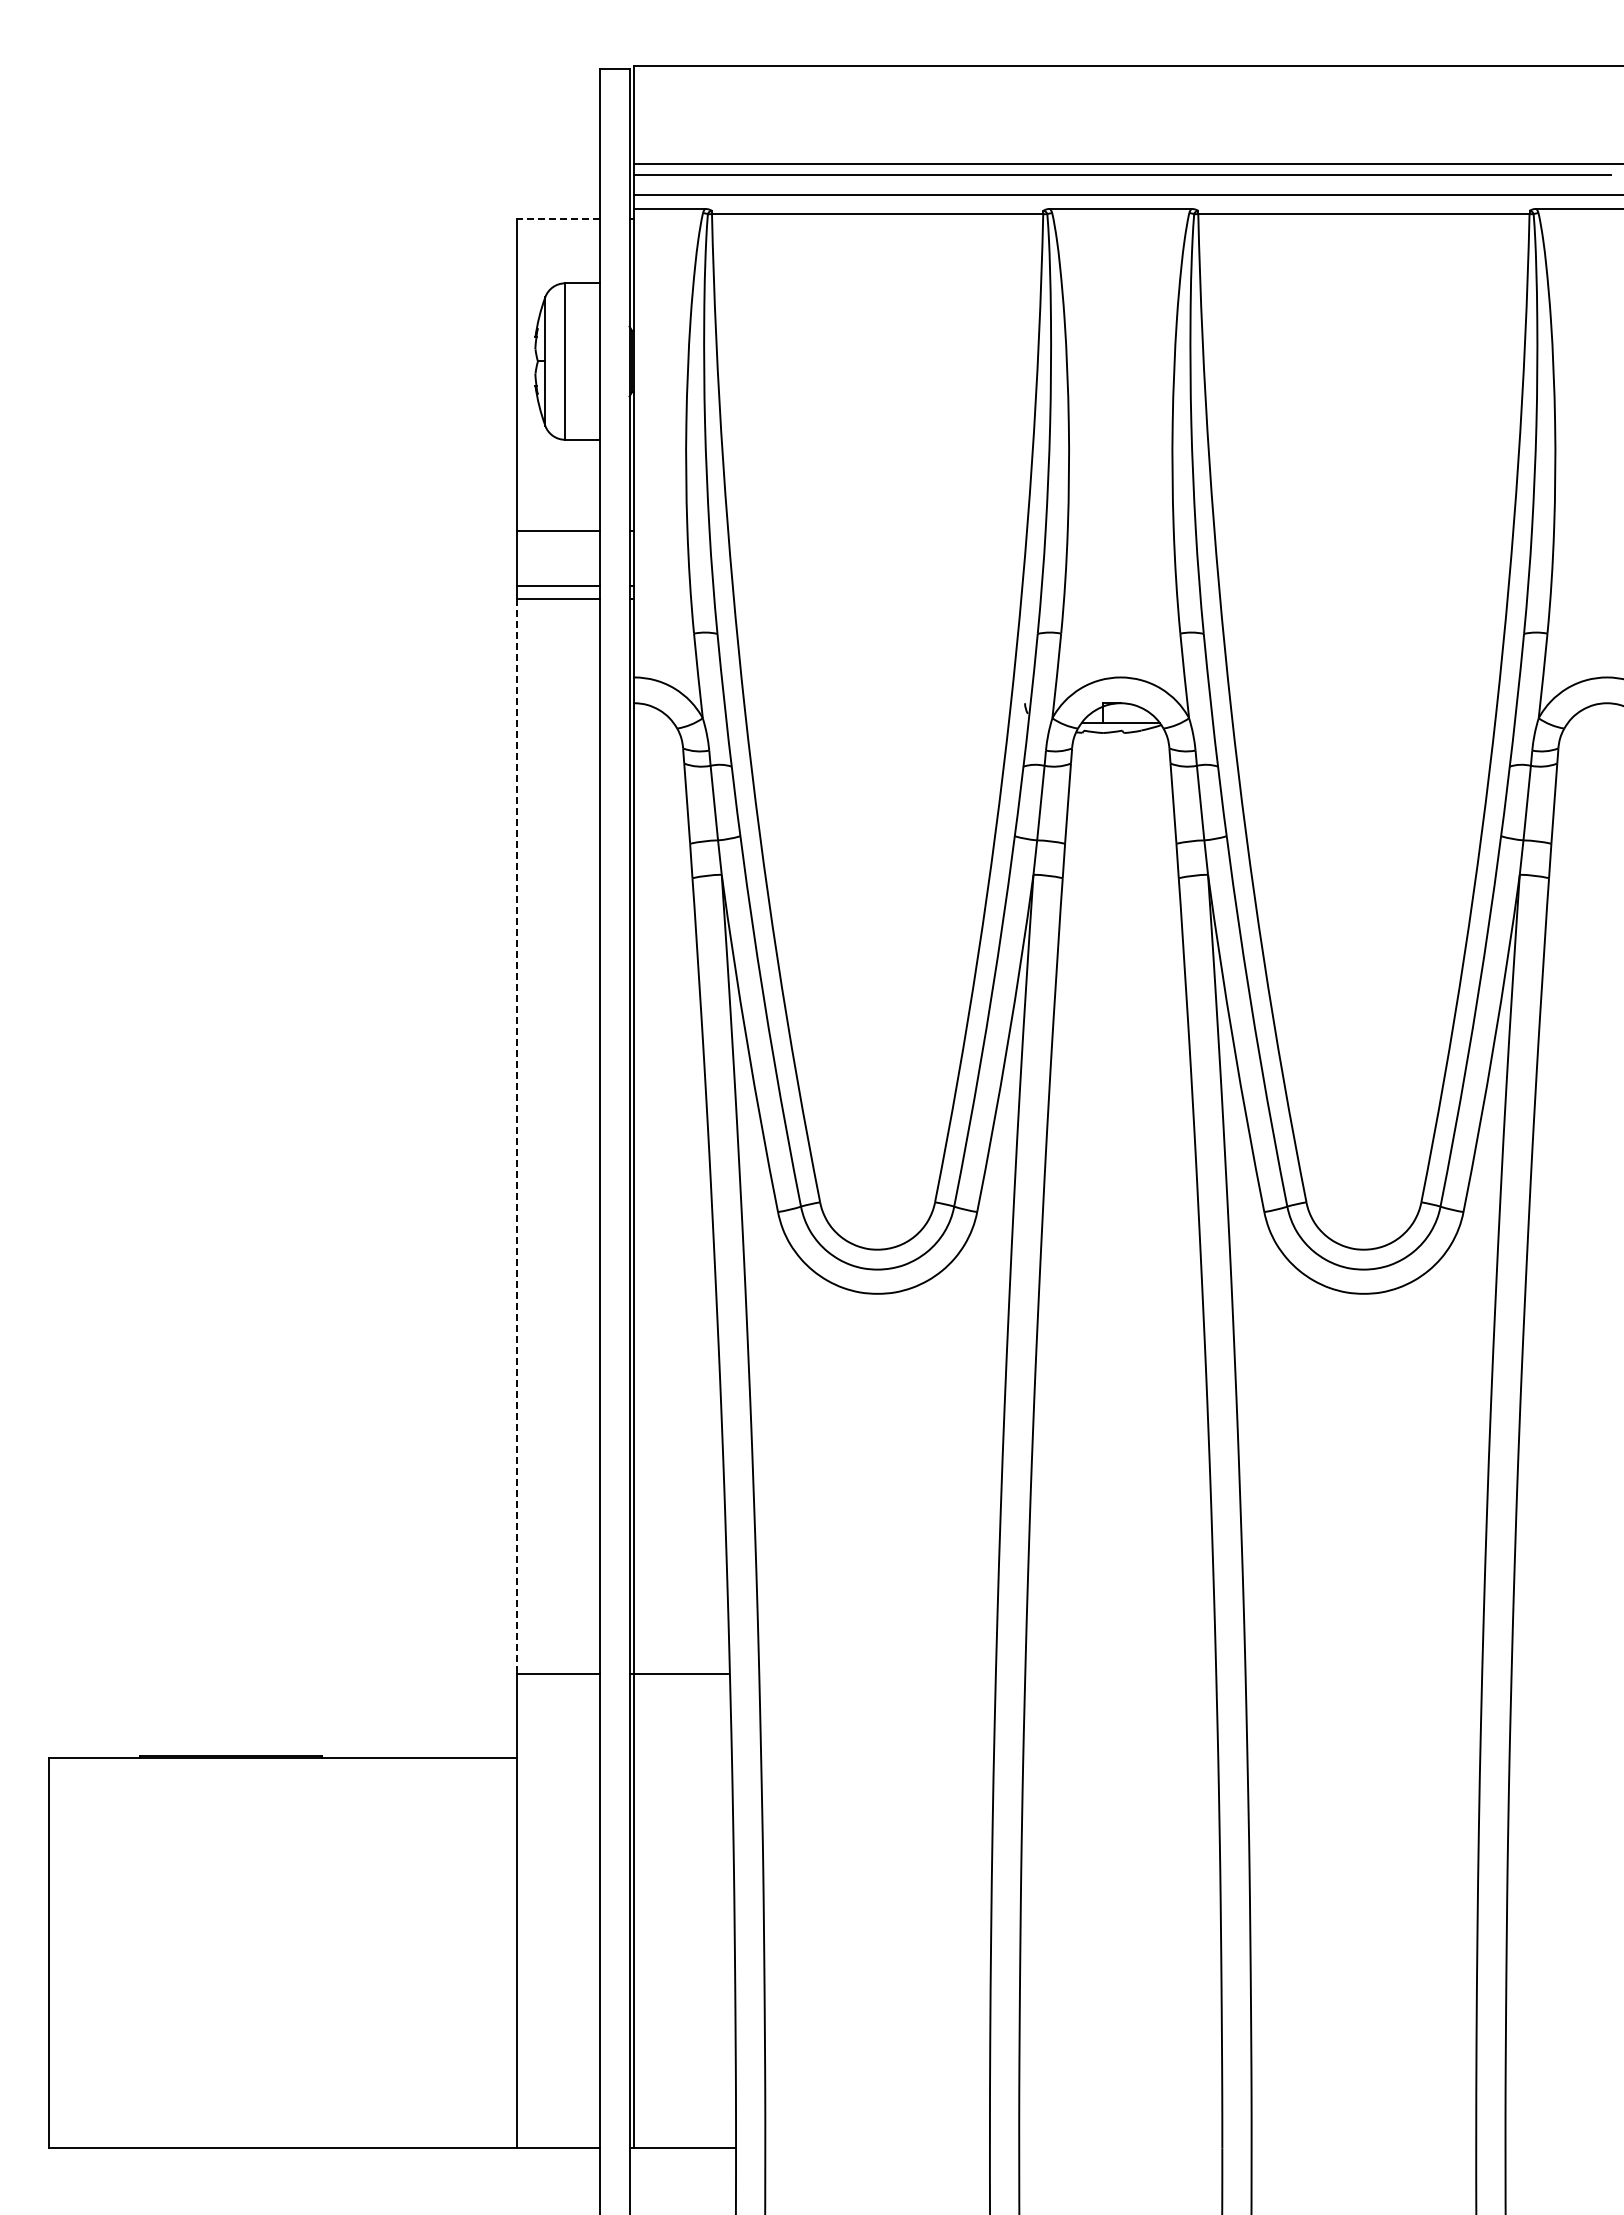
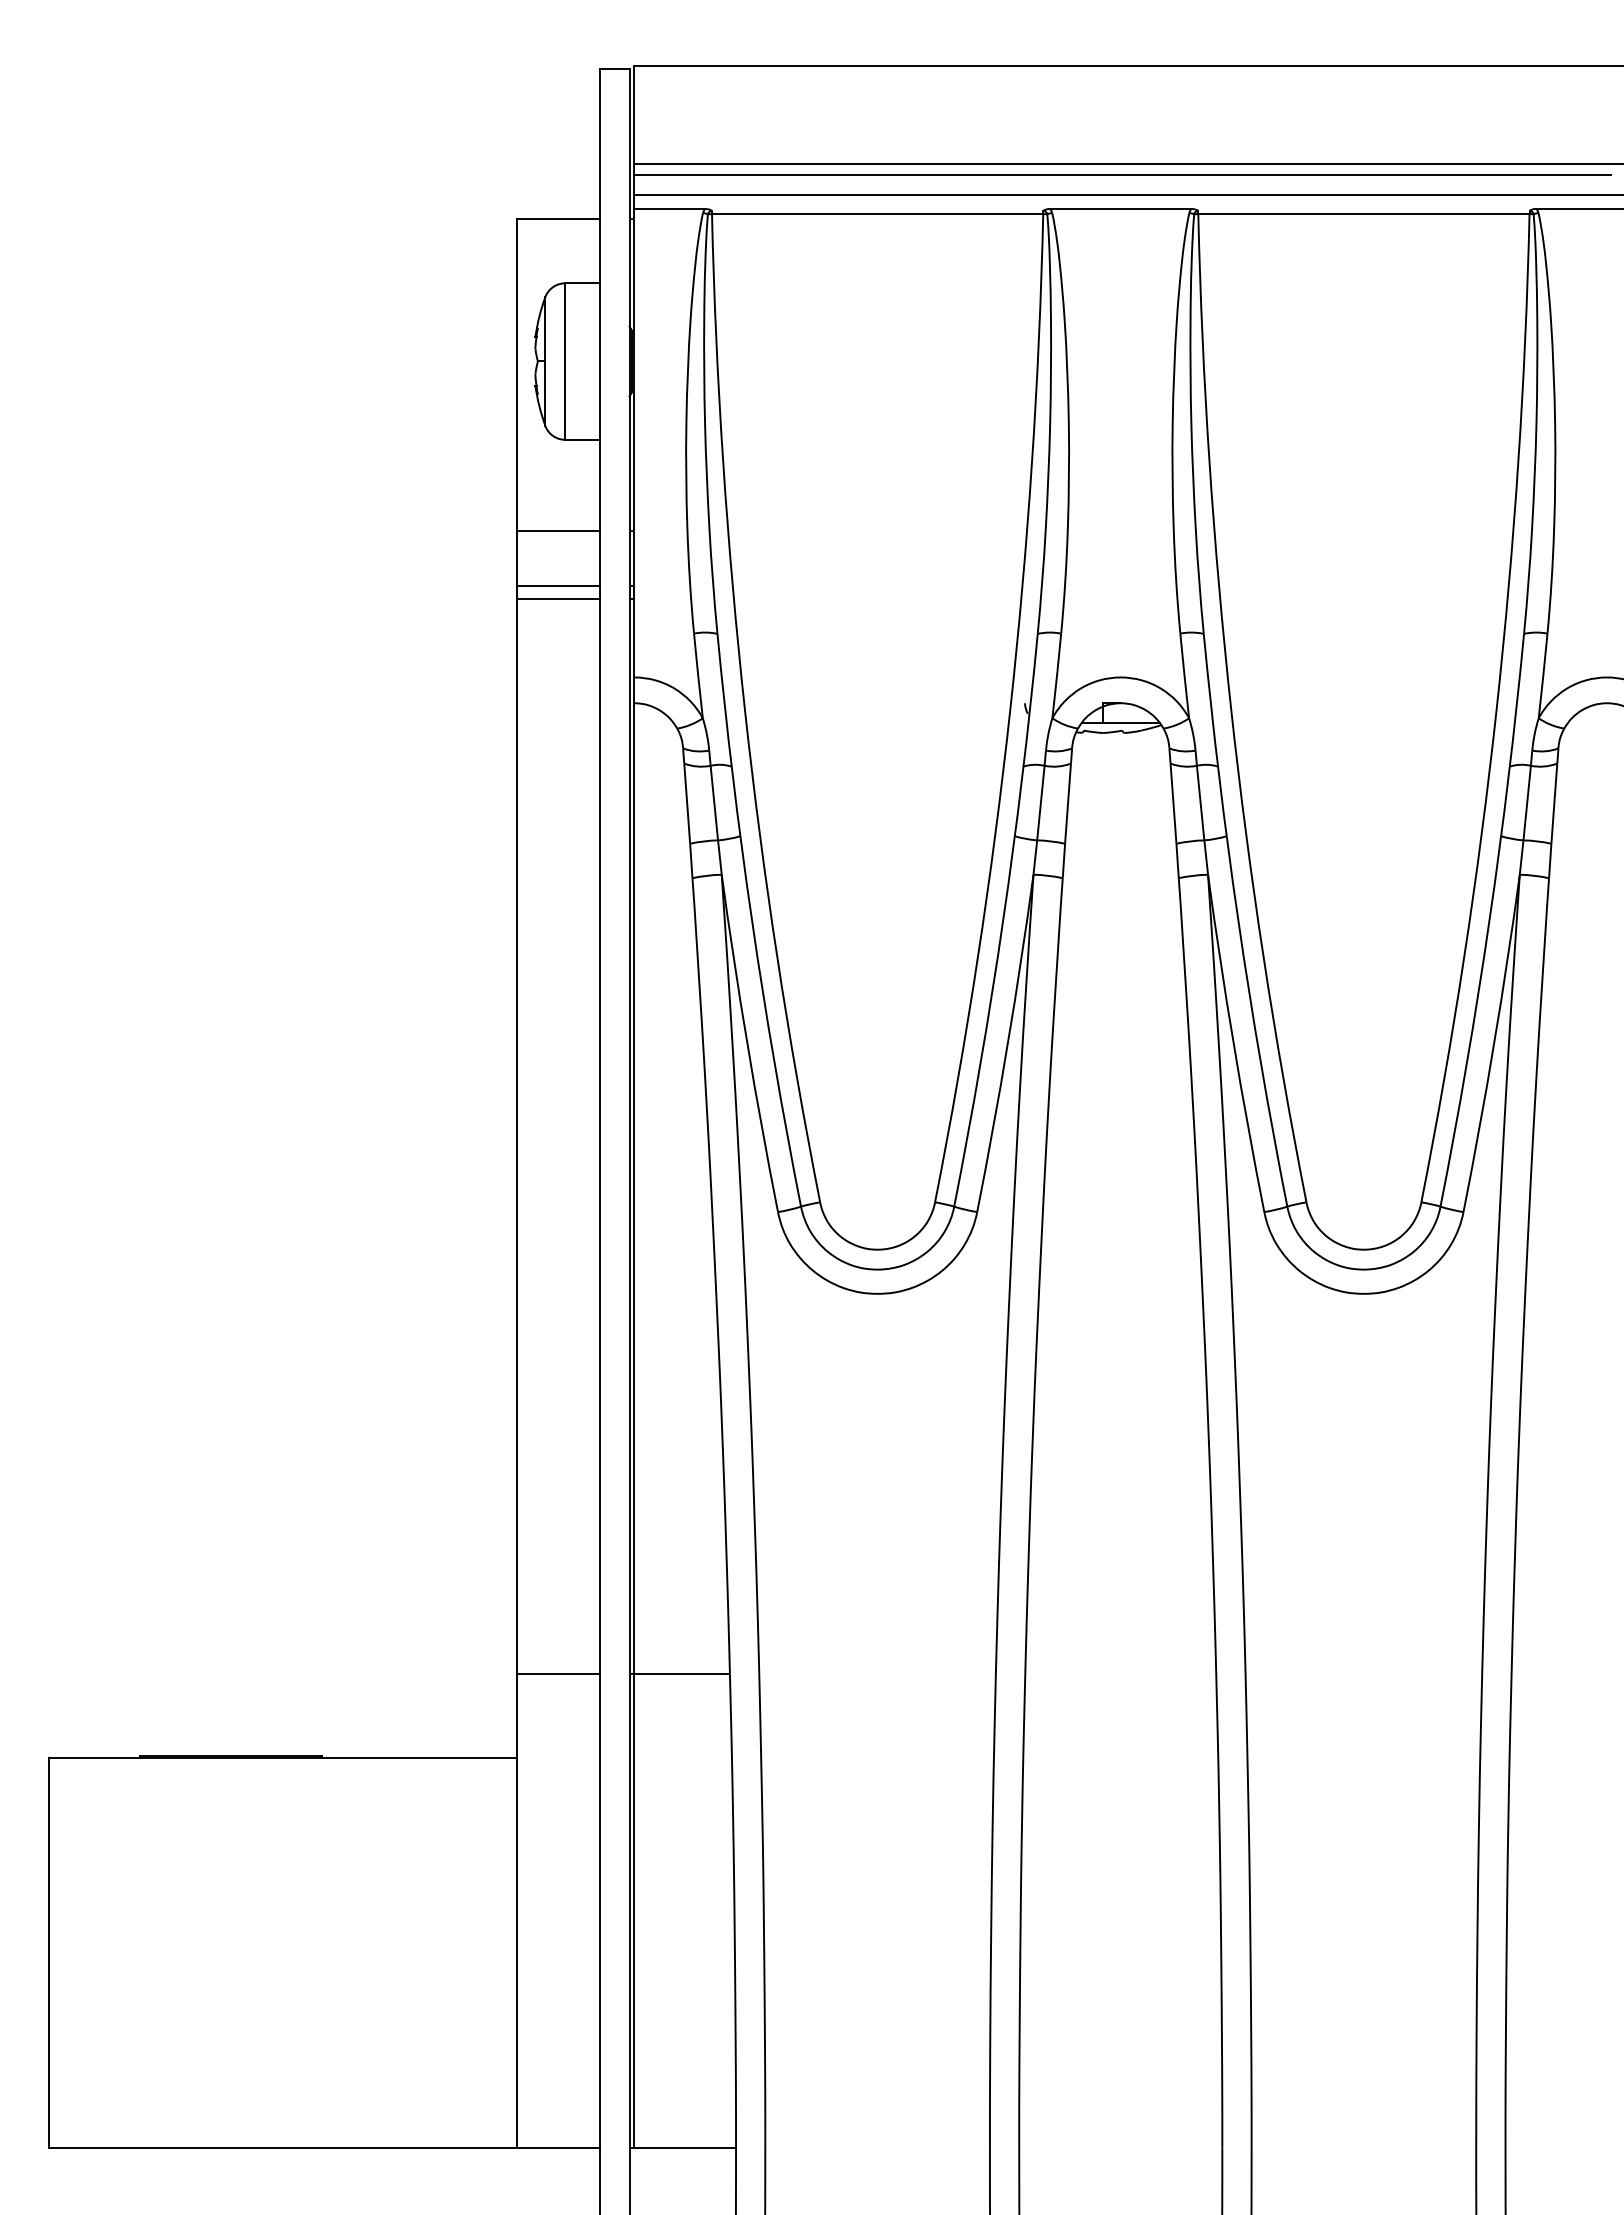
line at (558, 218): dashed -> solid
line at (517, 1136): dashed -> solid
